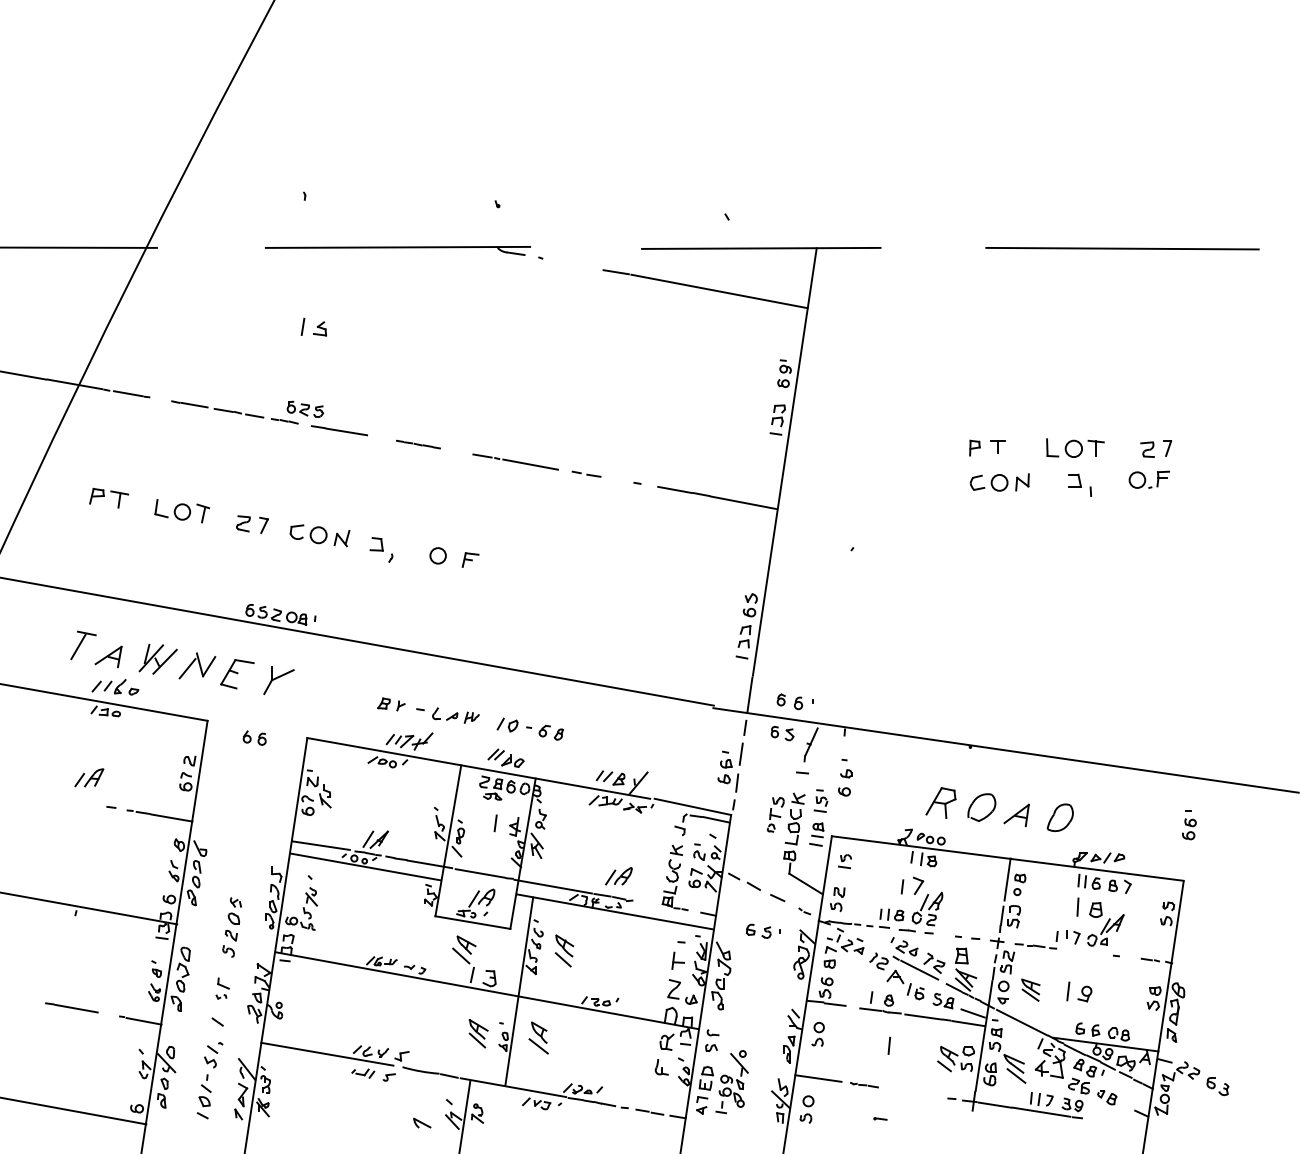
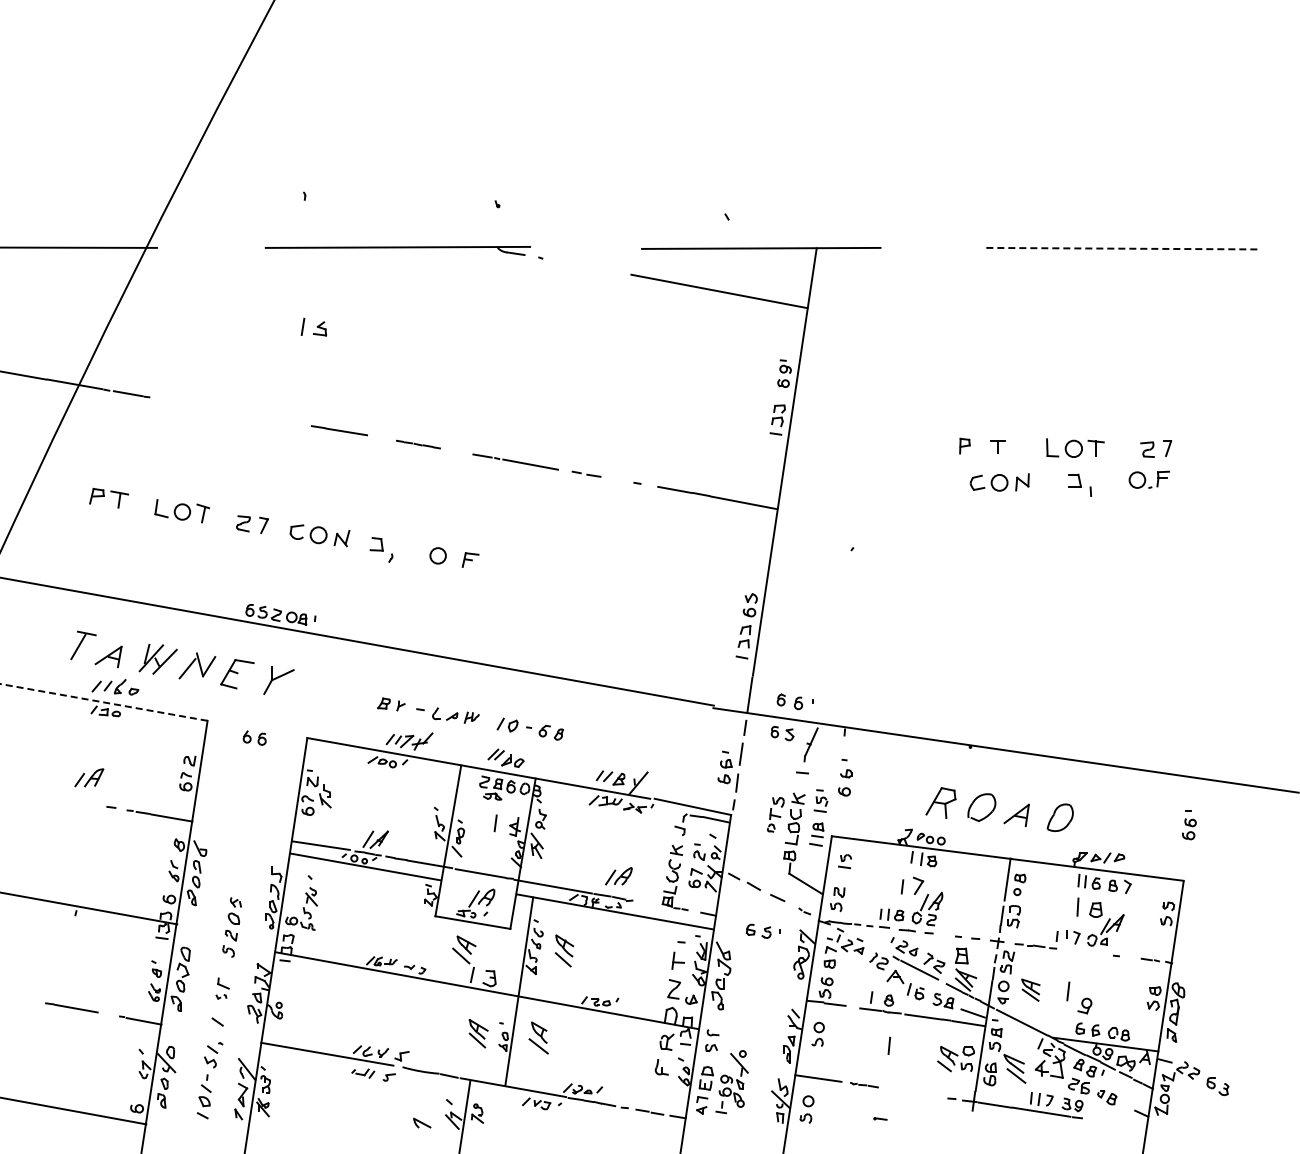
line at (1123, 248): solid -> dashed
line at (615, 272): present -> none
part at (247, 412): present -> none
part at (974, 447) position: (974, 447) -> (964, 445)
line at (103, 702): solid -> dashed
part at (1084, 993) position: (1084, 993) -> (1084, 1005)
